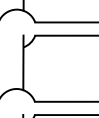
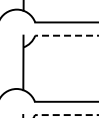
line at (66, 35): solid -> dashed
line at (66, 115): solid -> dashed
